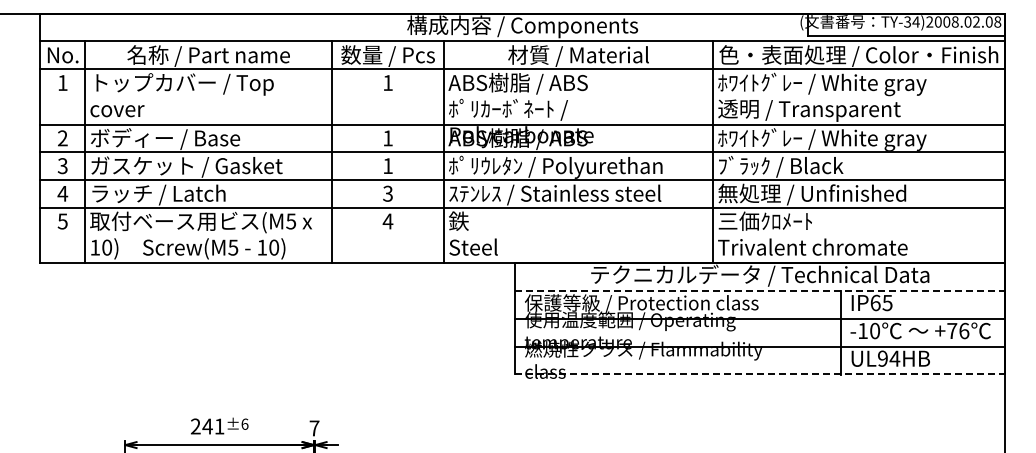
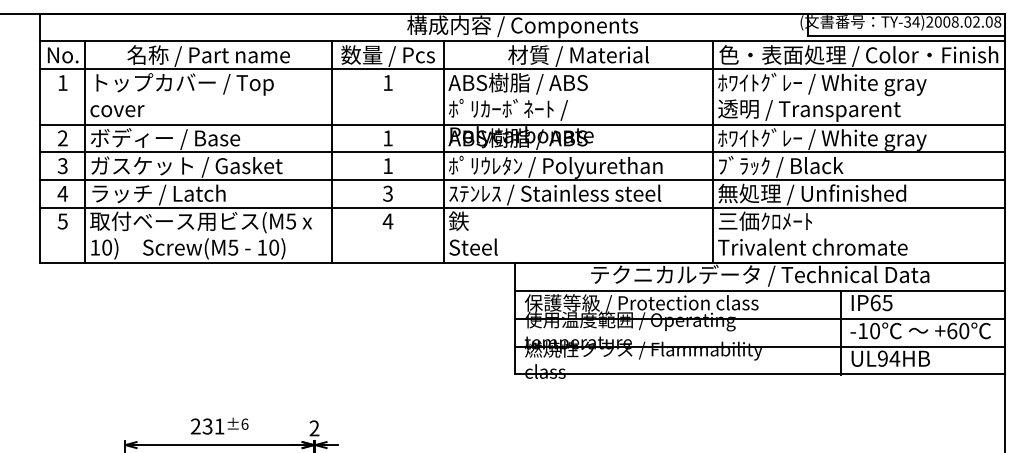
line at (760, 291): dashed -> solid
text at (958, 330): +76 -> +60
line at (760, 374): dashed -> solid
text at (207, 426): 241 -> 231
text at (314, 428): 7 -> 2
